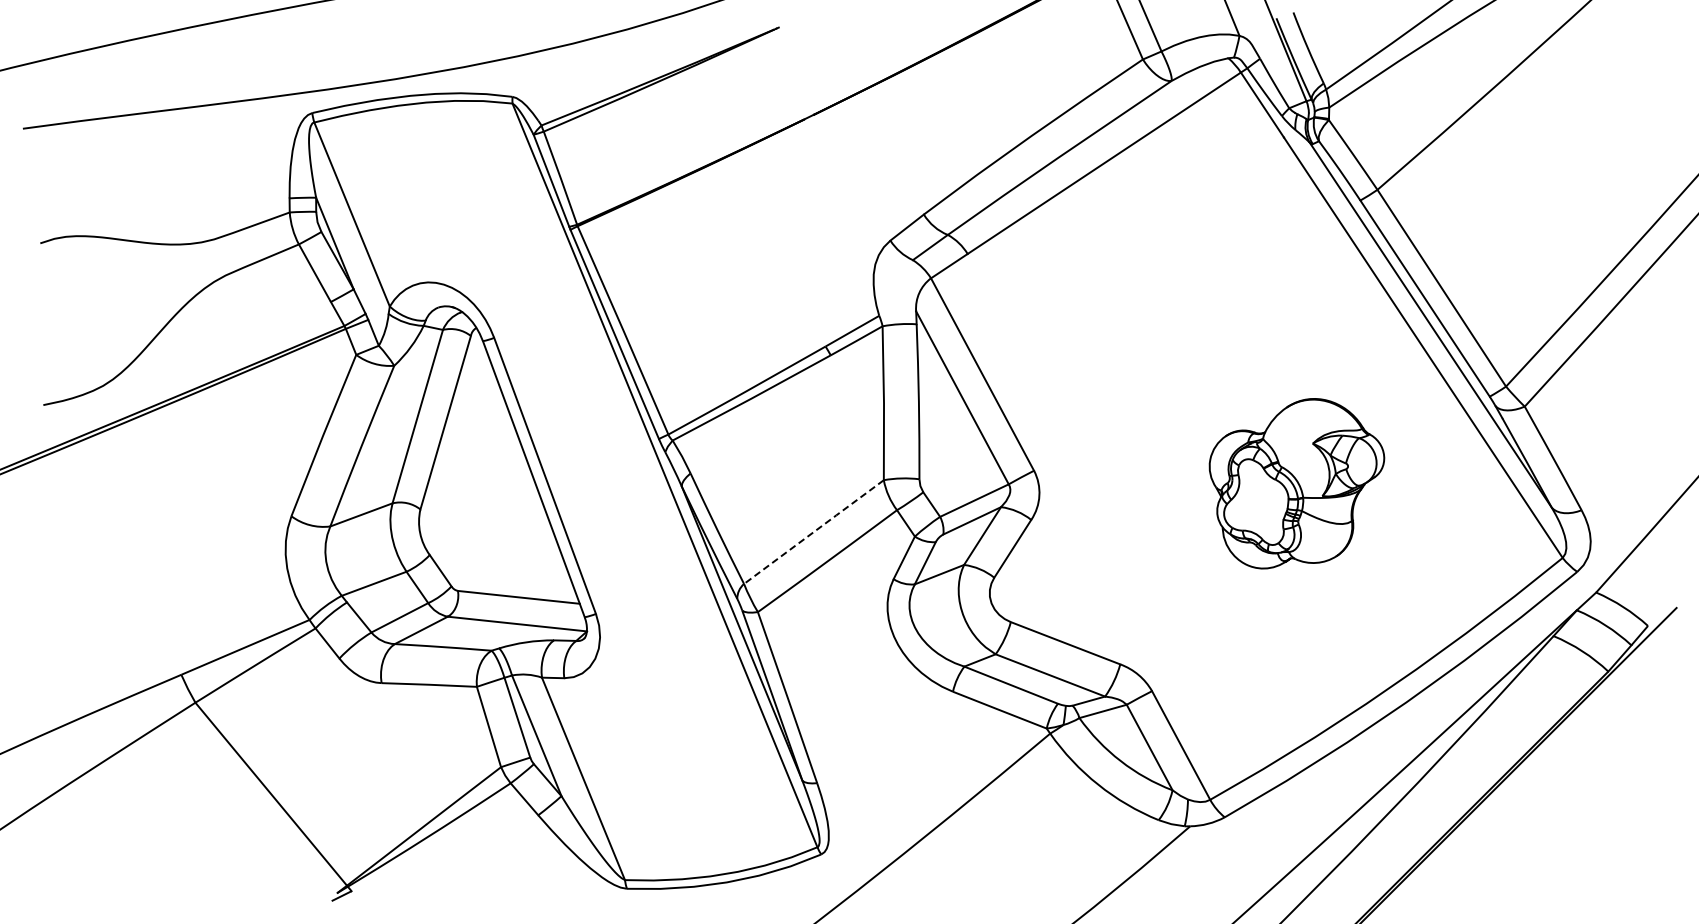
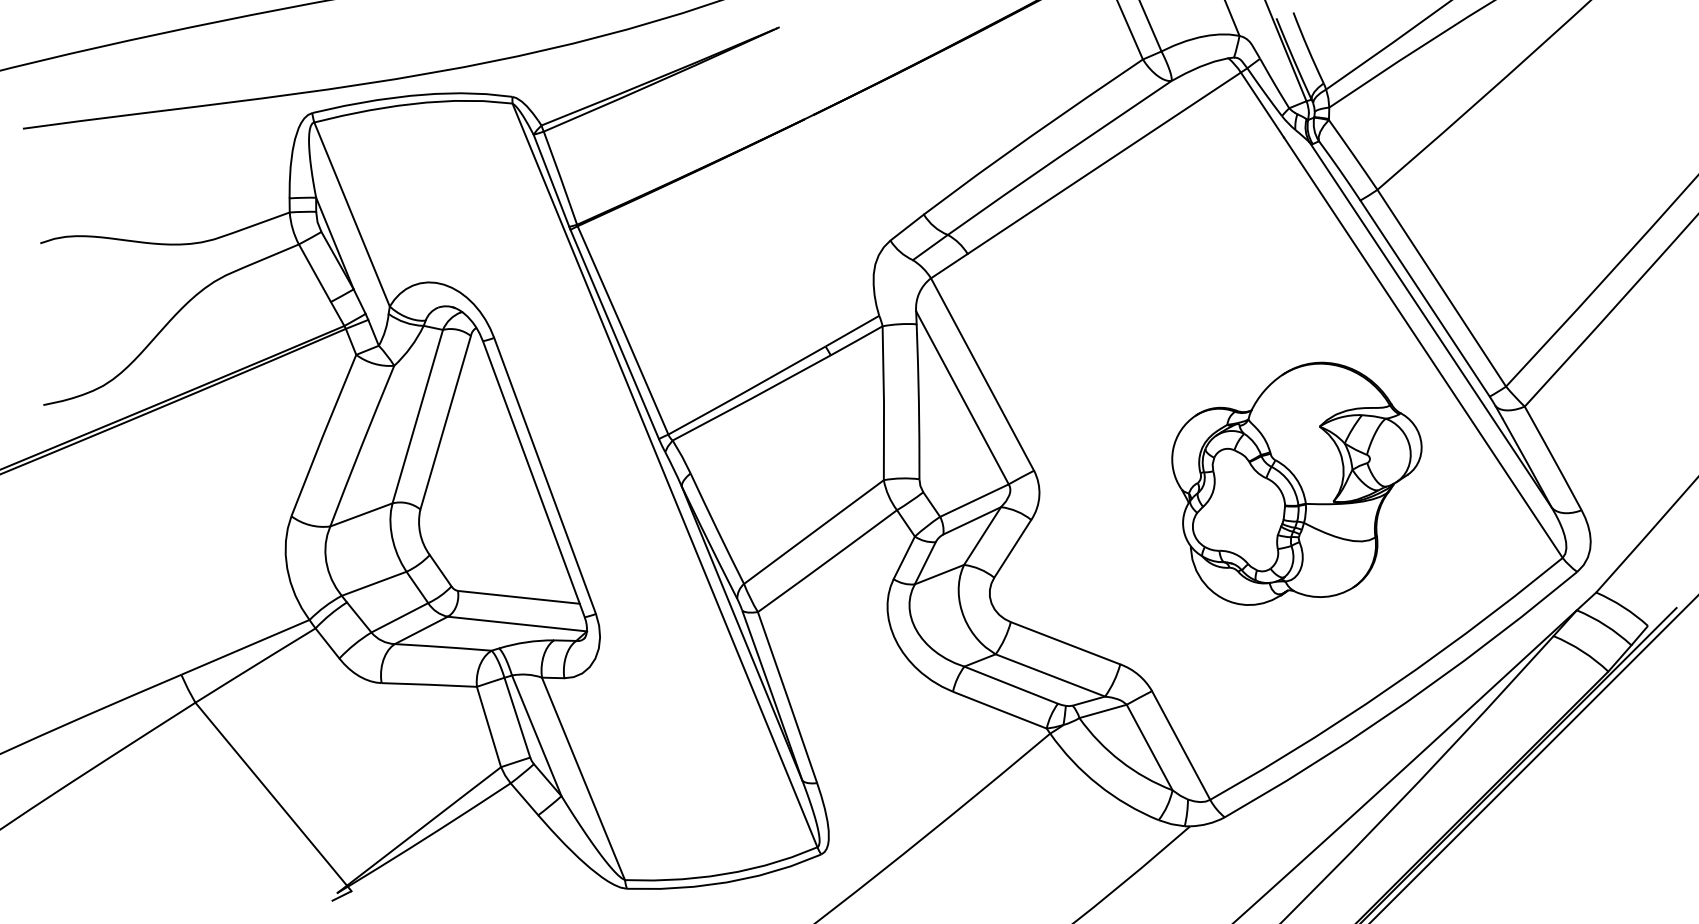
part at (1296, 483) size: 178x172 px -> 252x245 px
line at (814, 531): dashed -> solid
line at (1533, 758): none -> present
